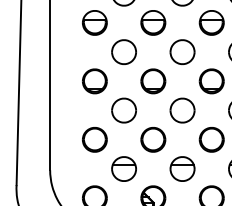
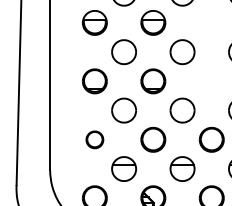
part at (211, 22): present -> none
part at (211, 81): present -> none
part at (94, 139) size: 26x26 px -> 20x20 px
